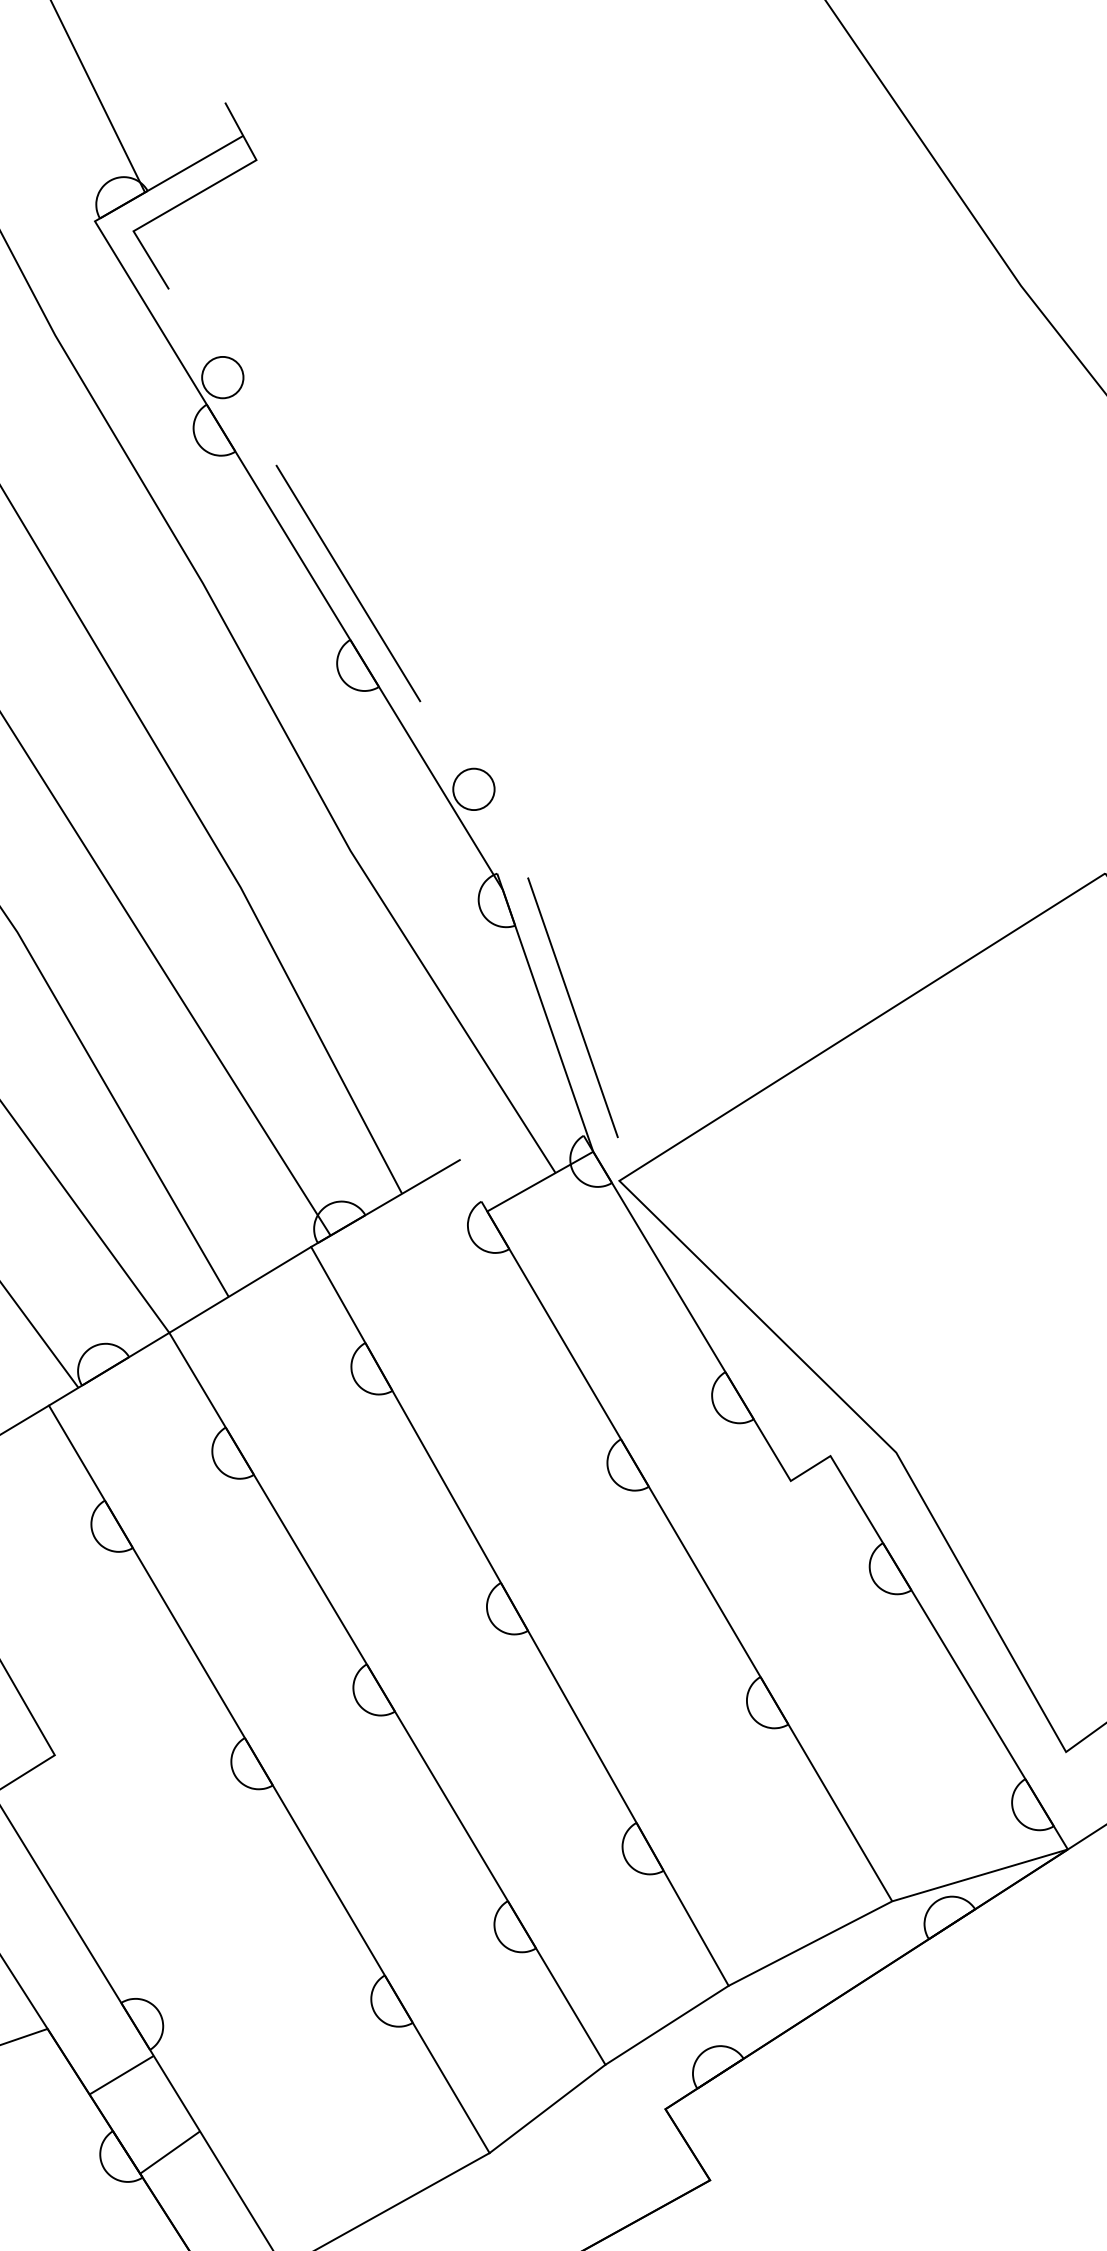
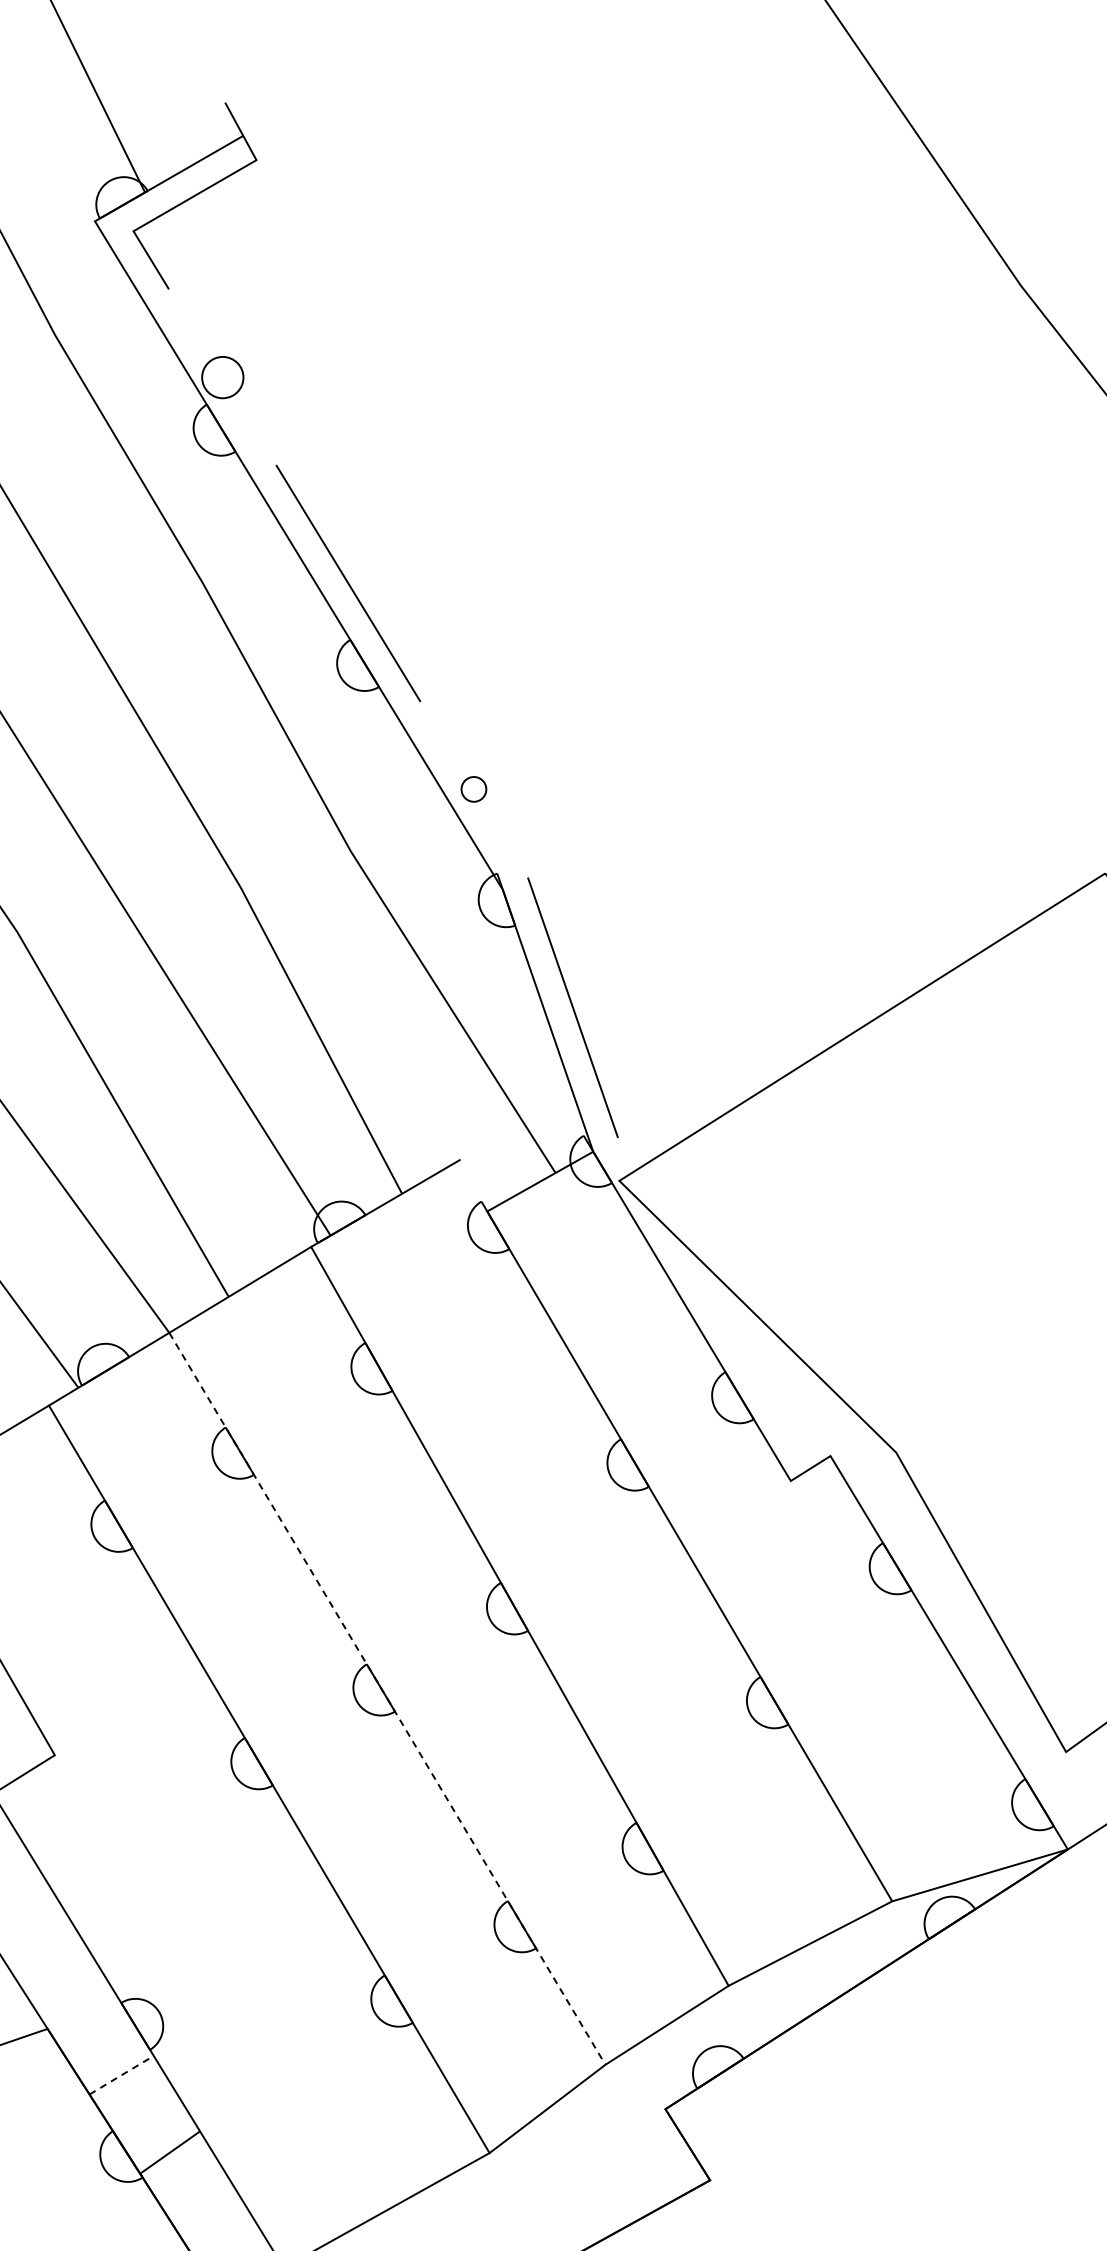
circle at (473, 789) diameter: 41 px -> 25 px
line at (387, 1699): solid -> dashed
line at (122, 2074): solid -> dashed
